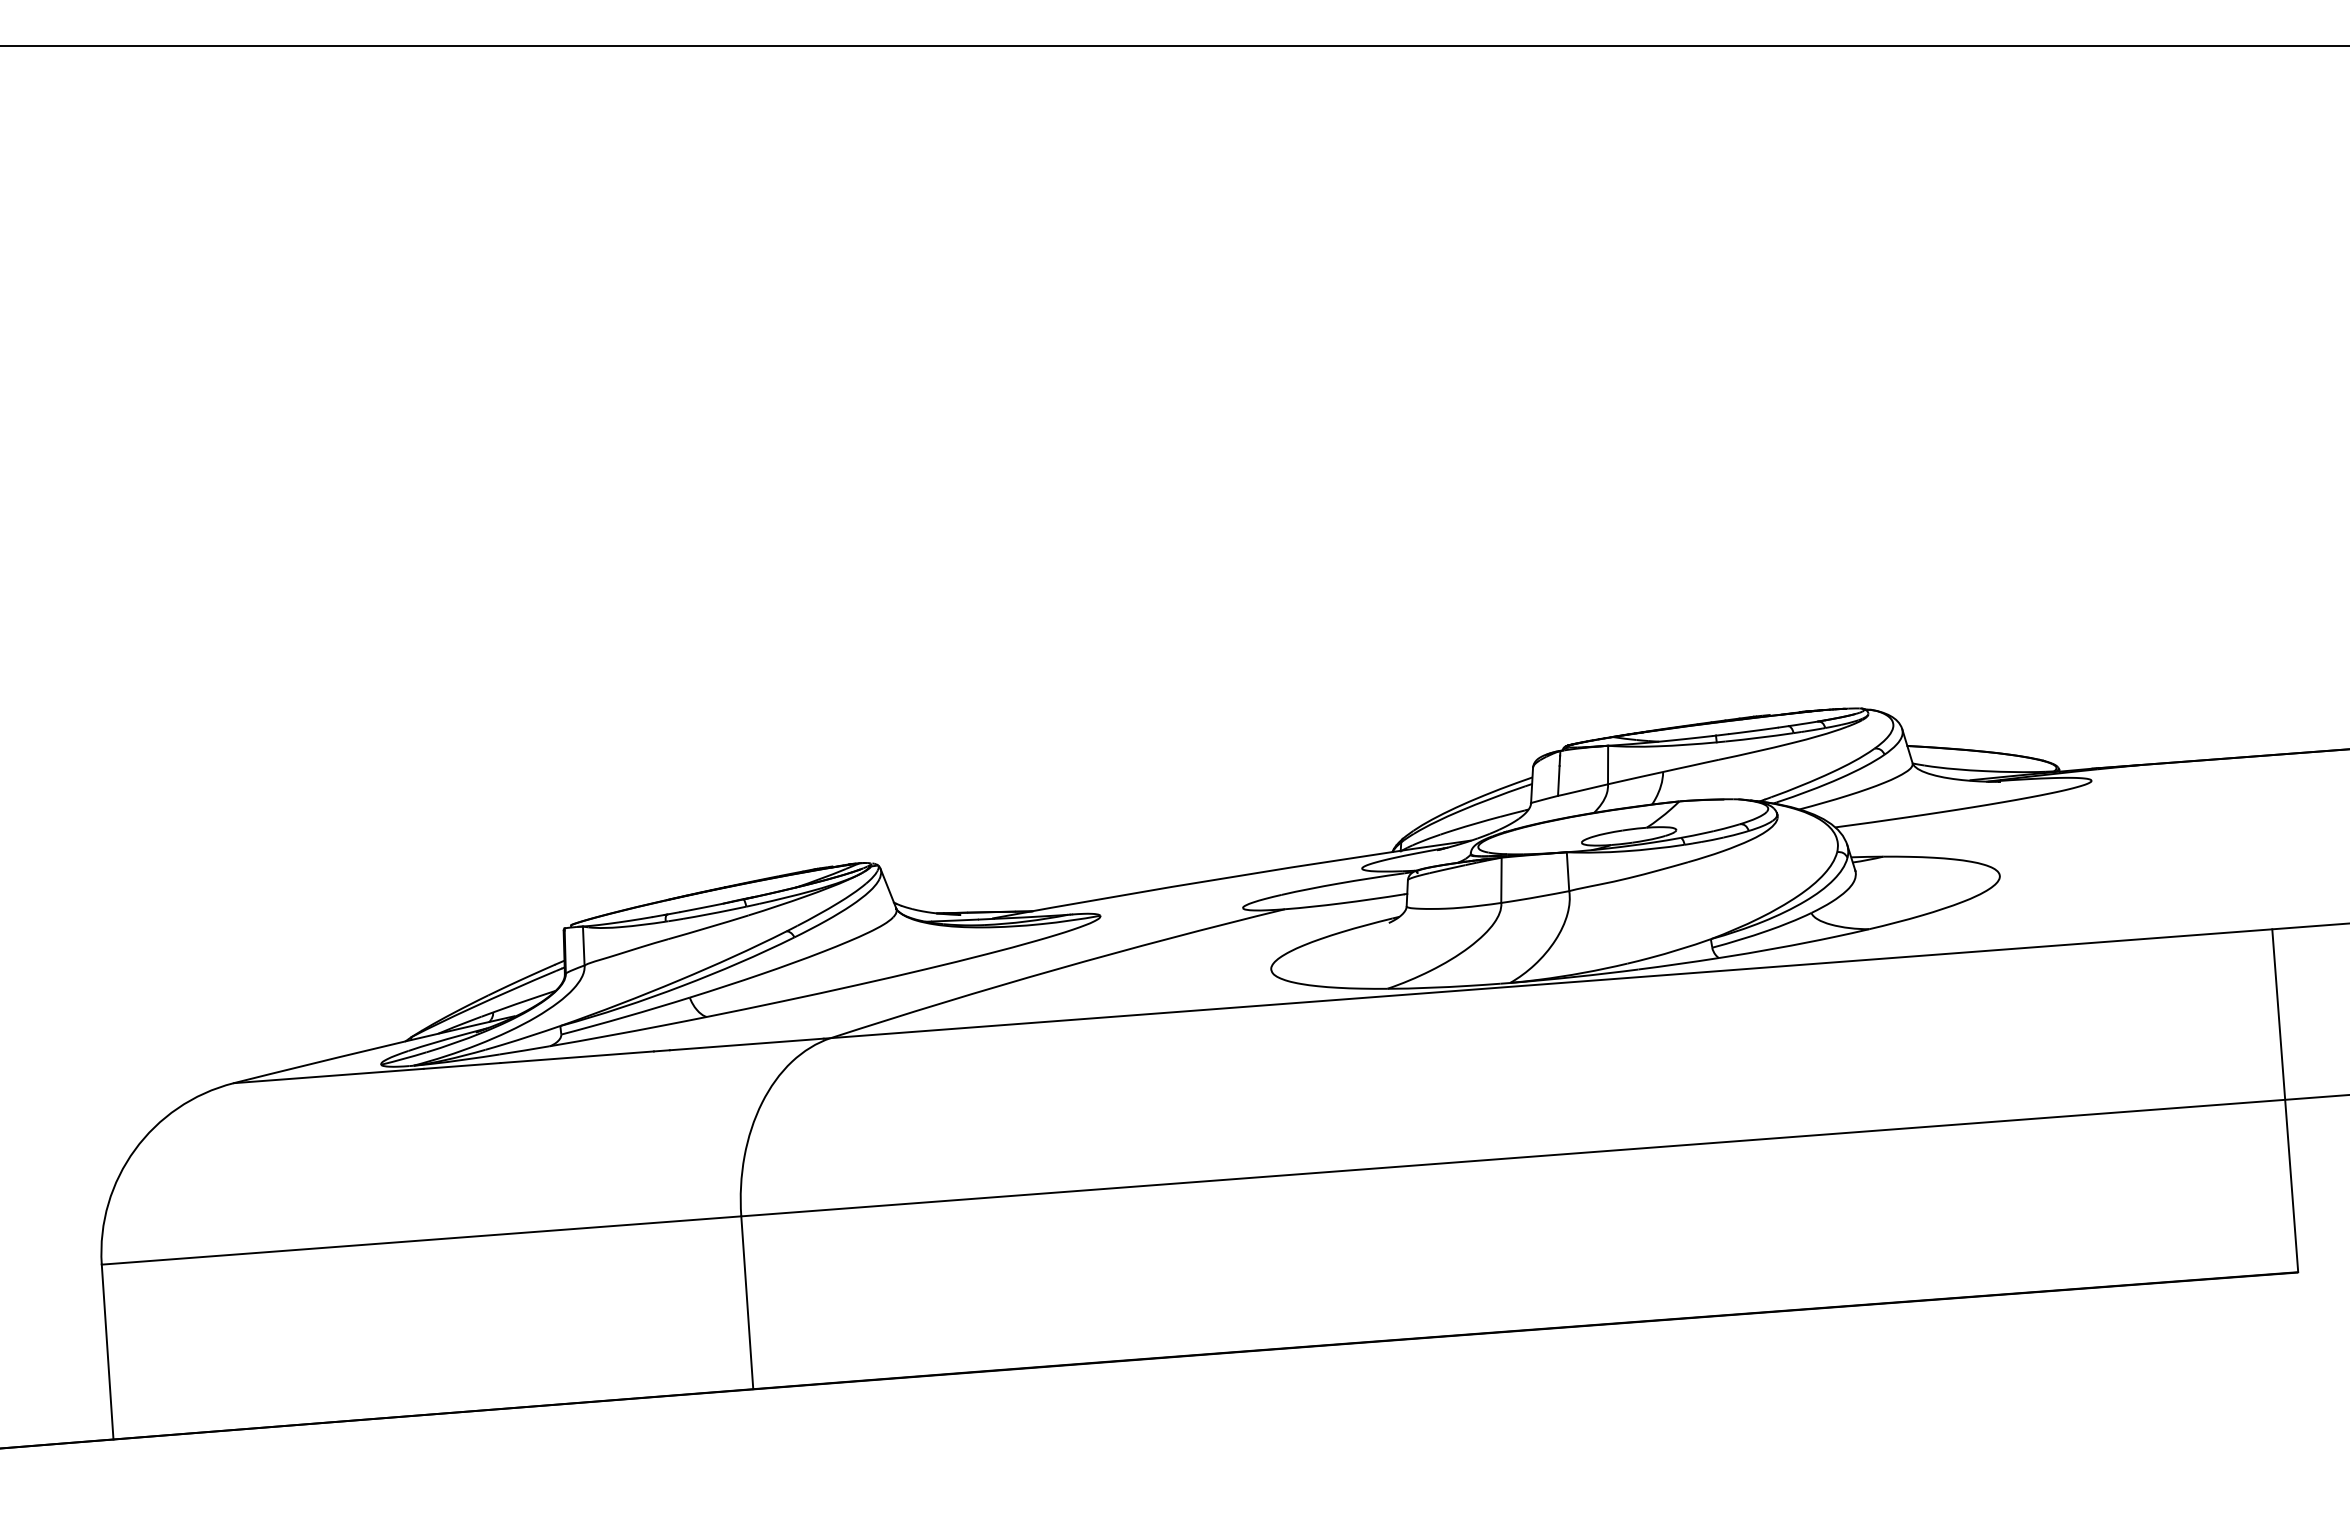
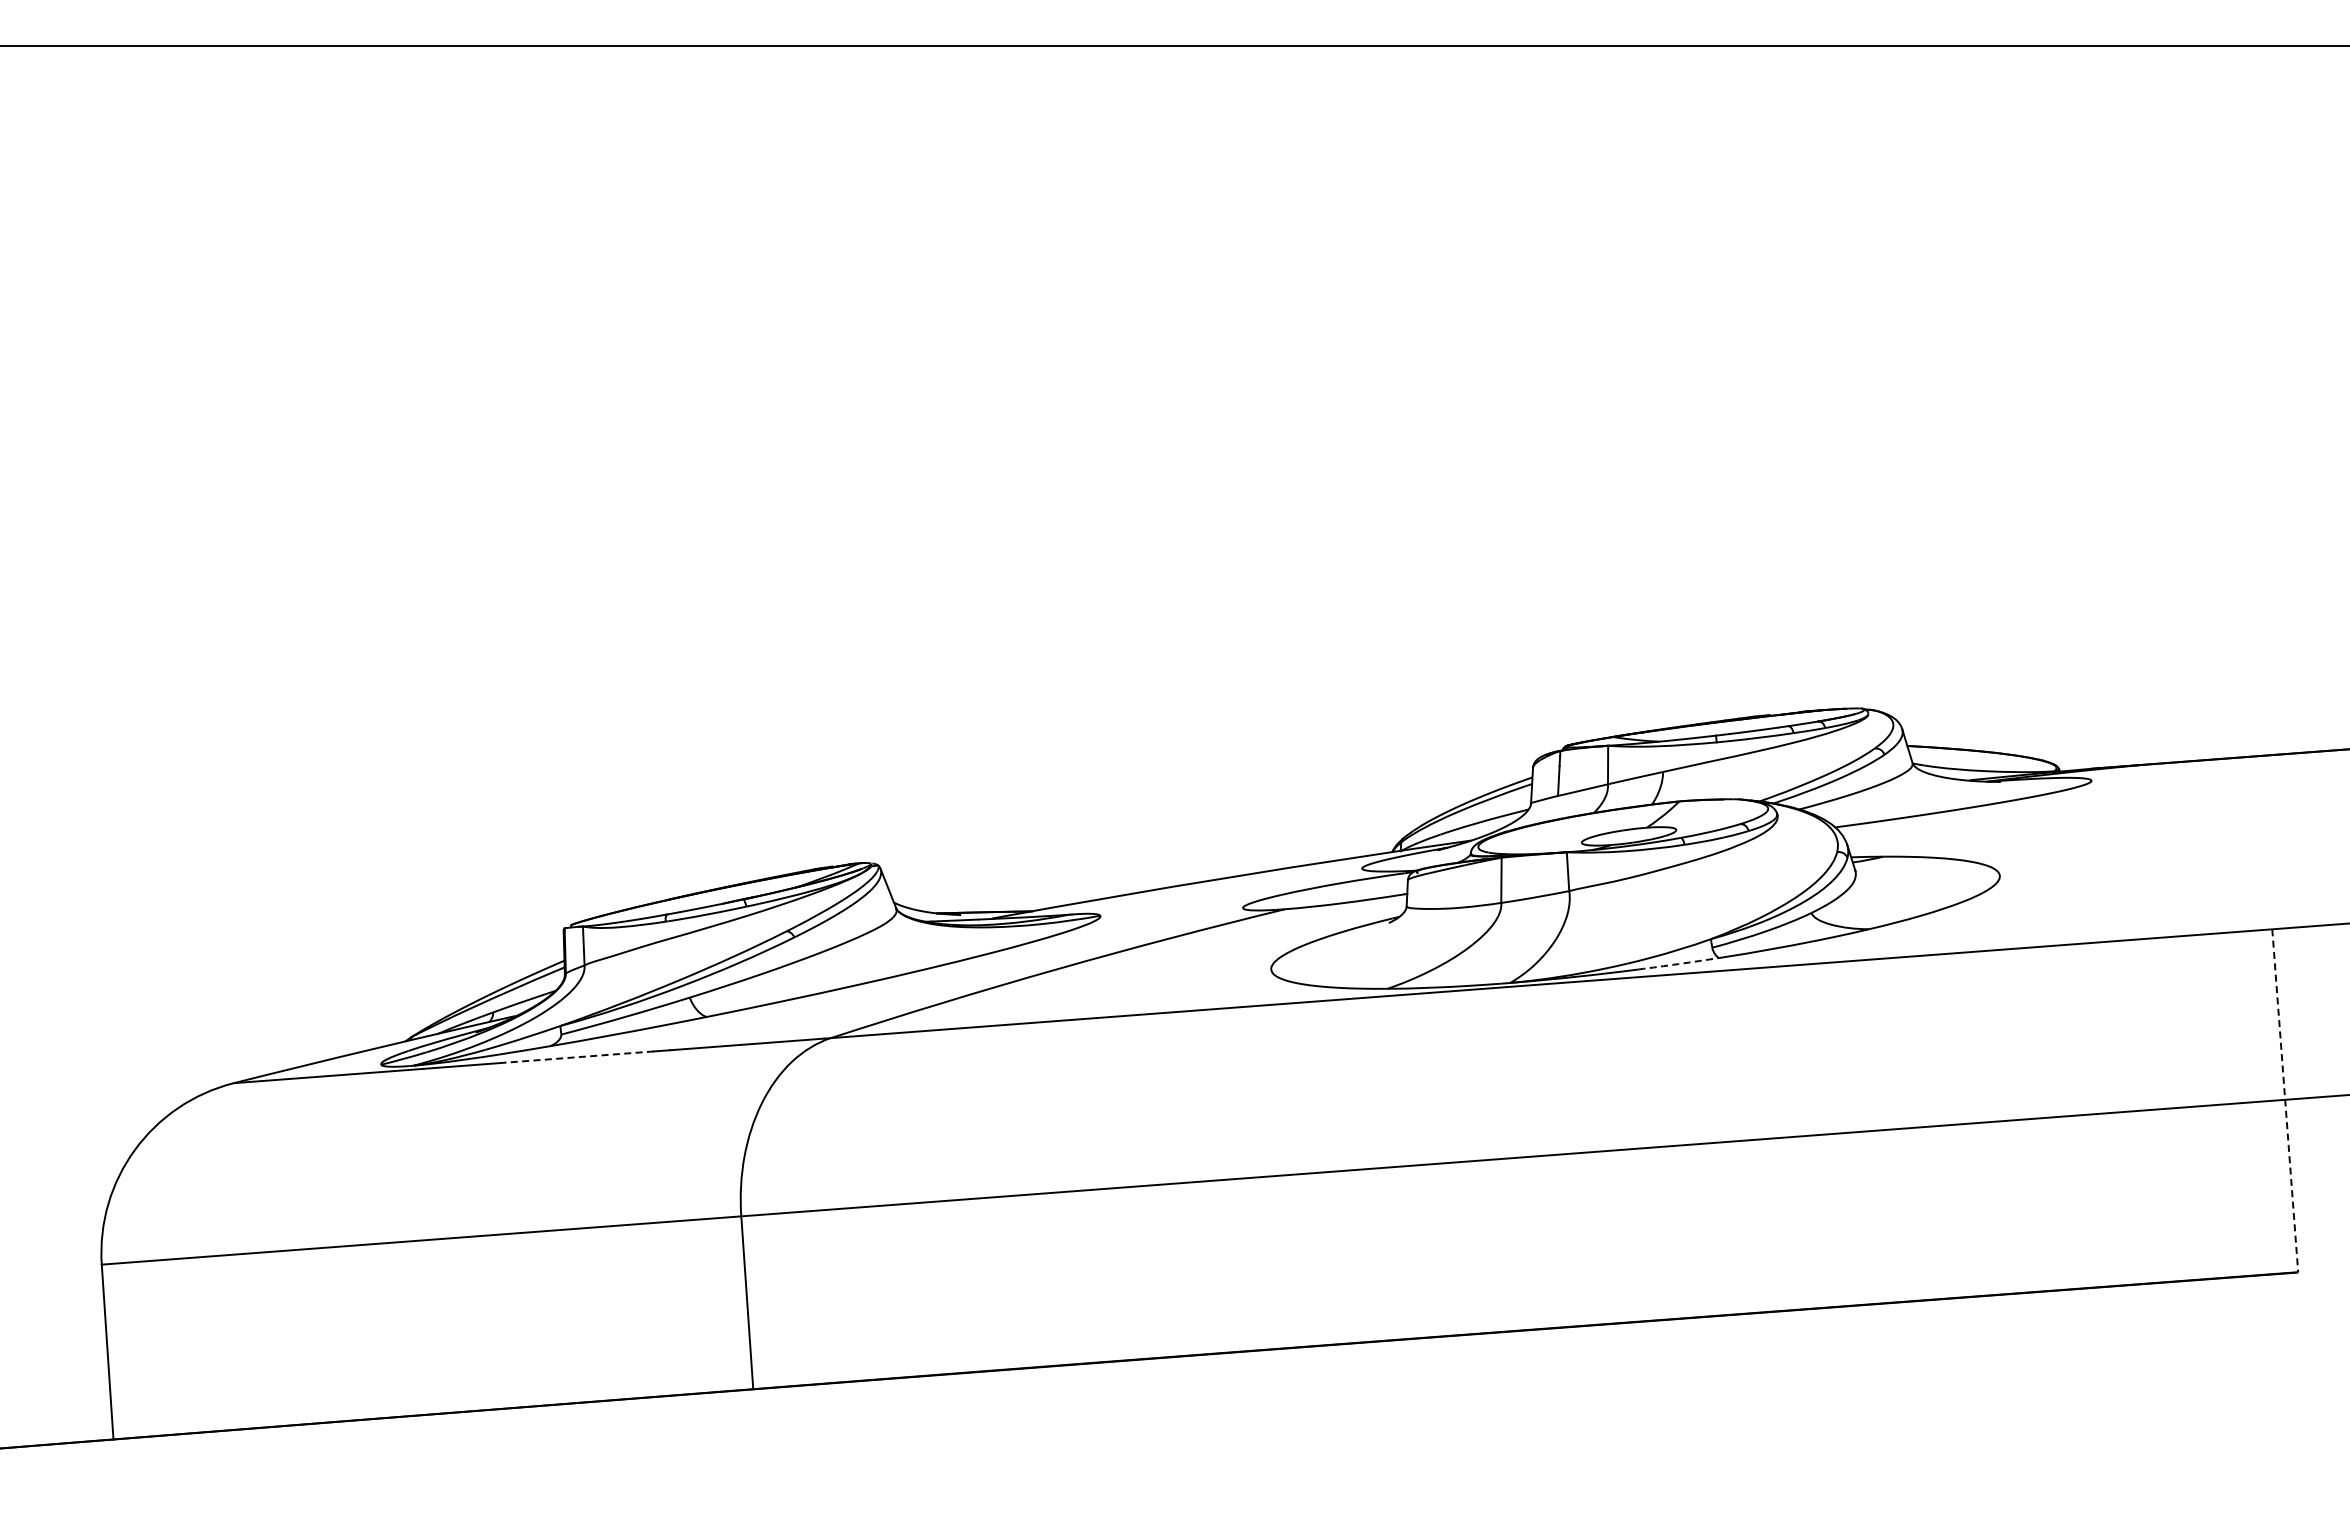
arc at (1678, 964): solid -> dashed
line at (577, 1057): solid -> dashed
line at (2285, 1100): solid -> dashed
